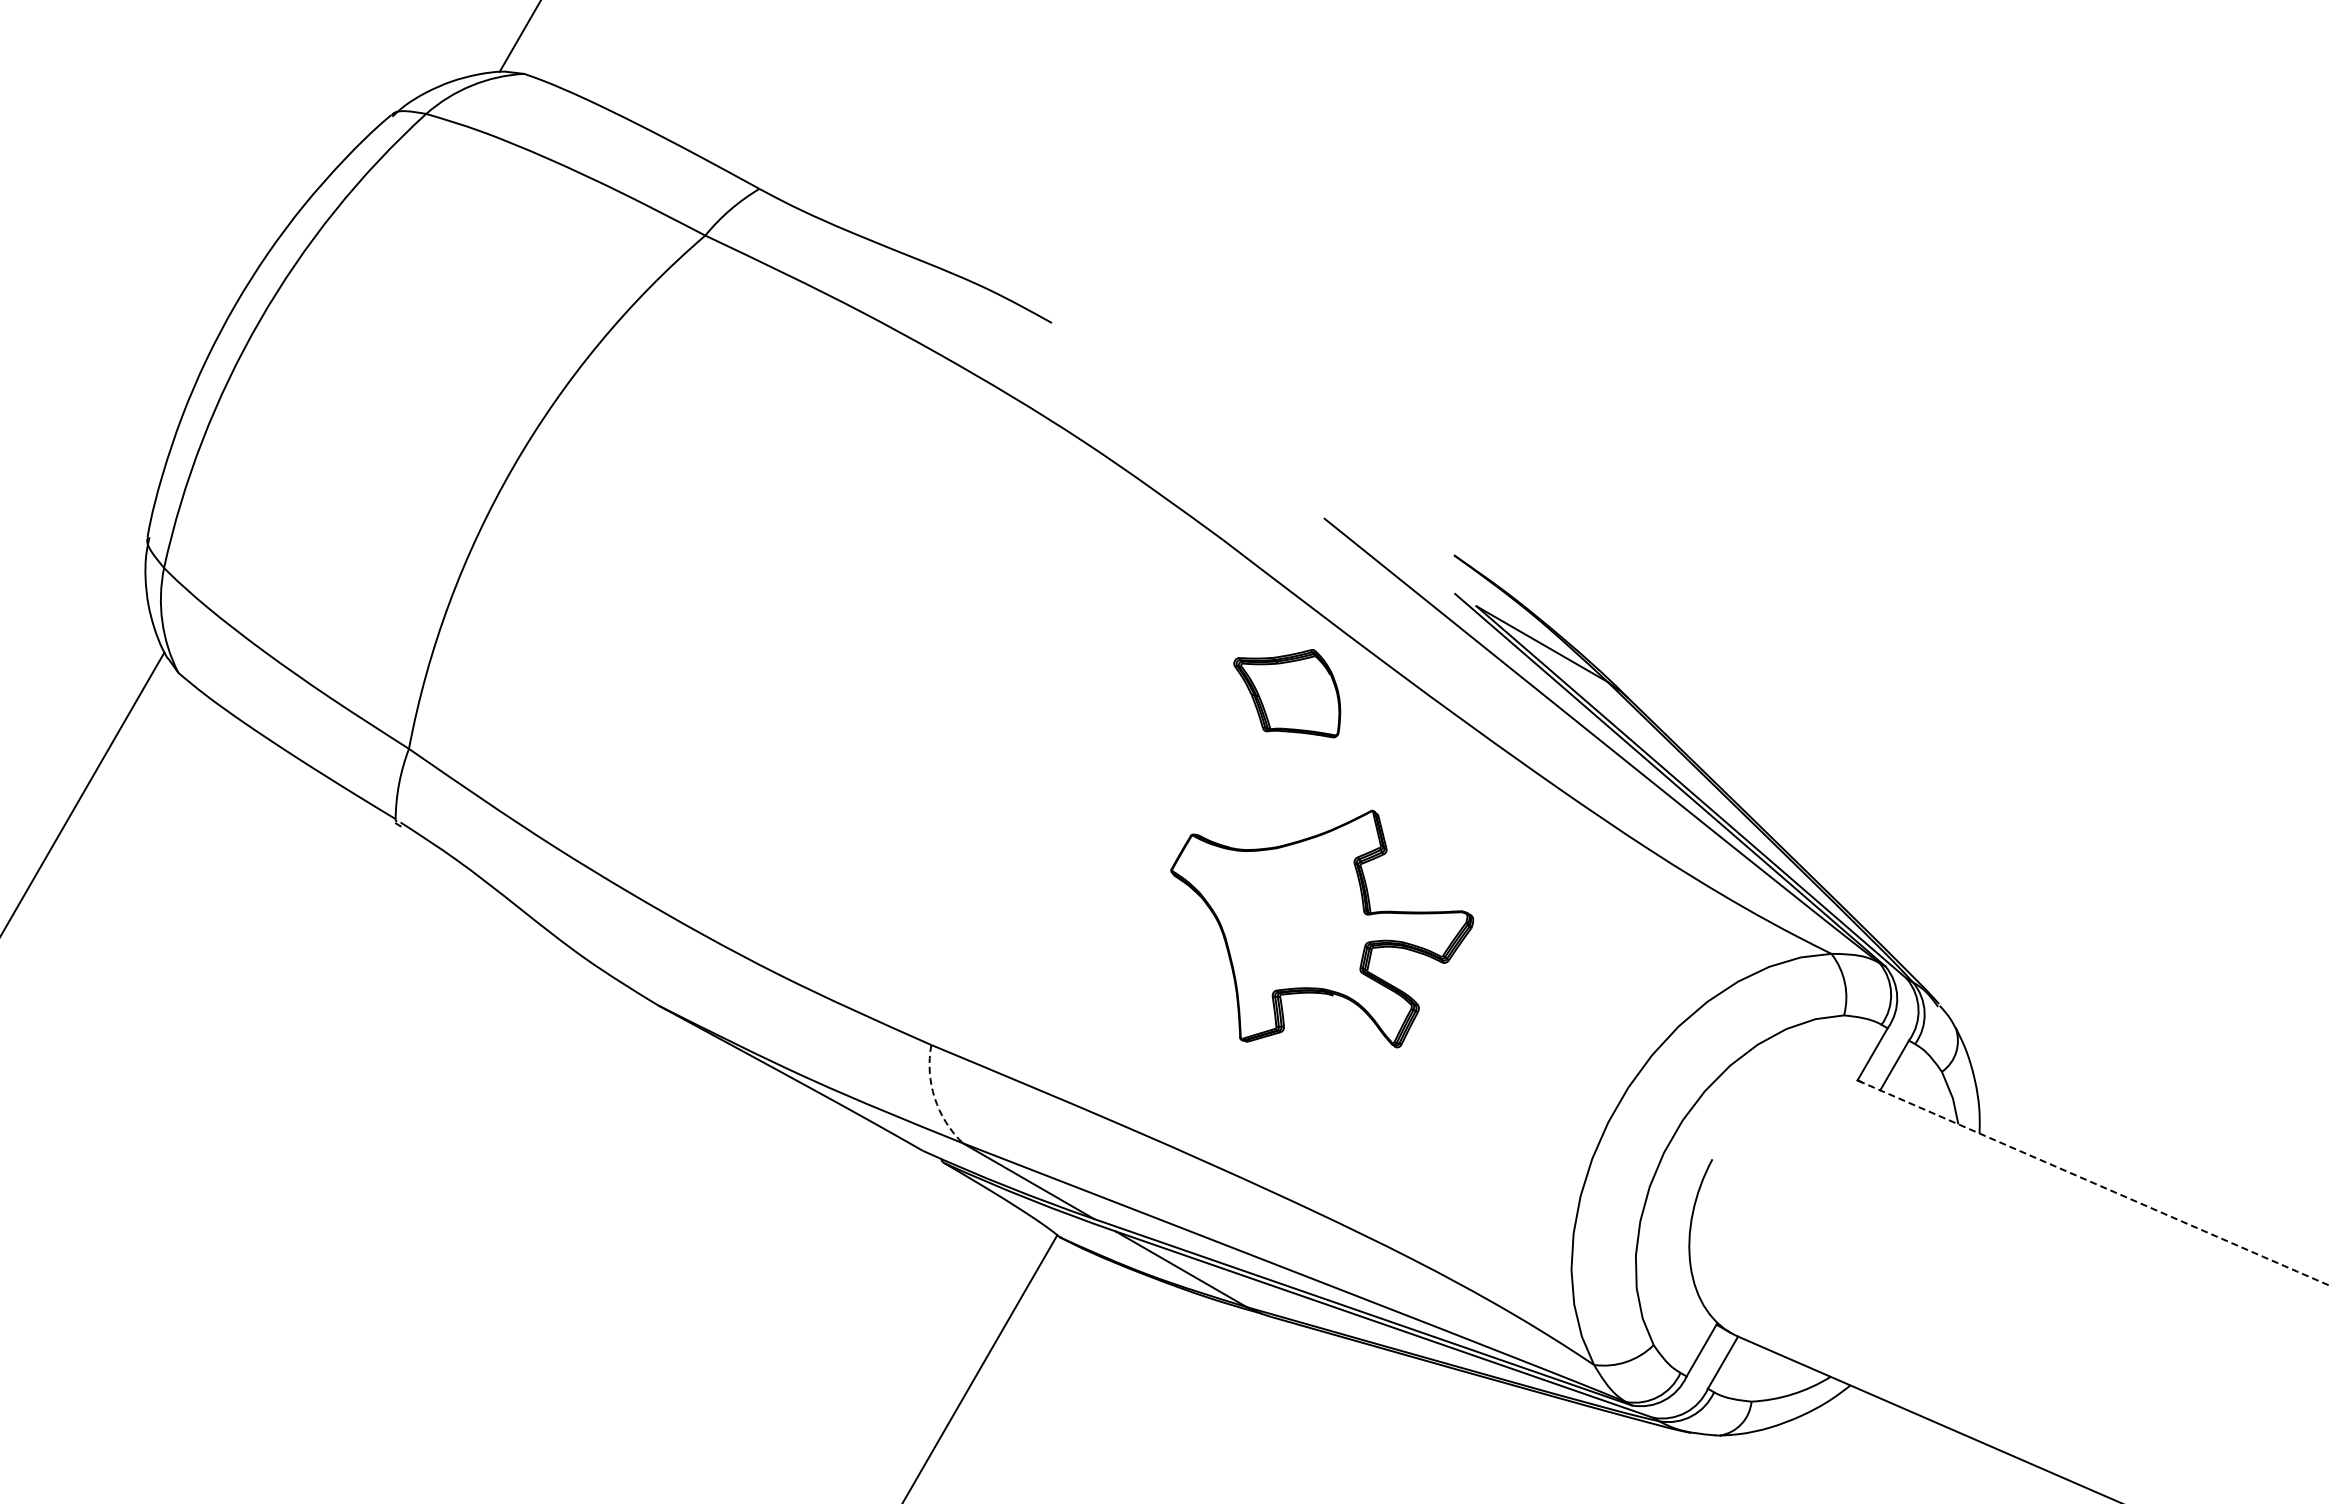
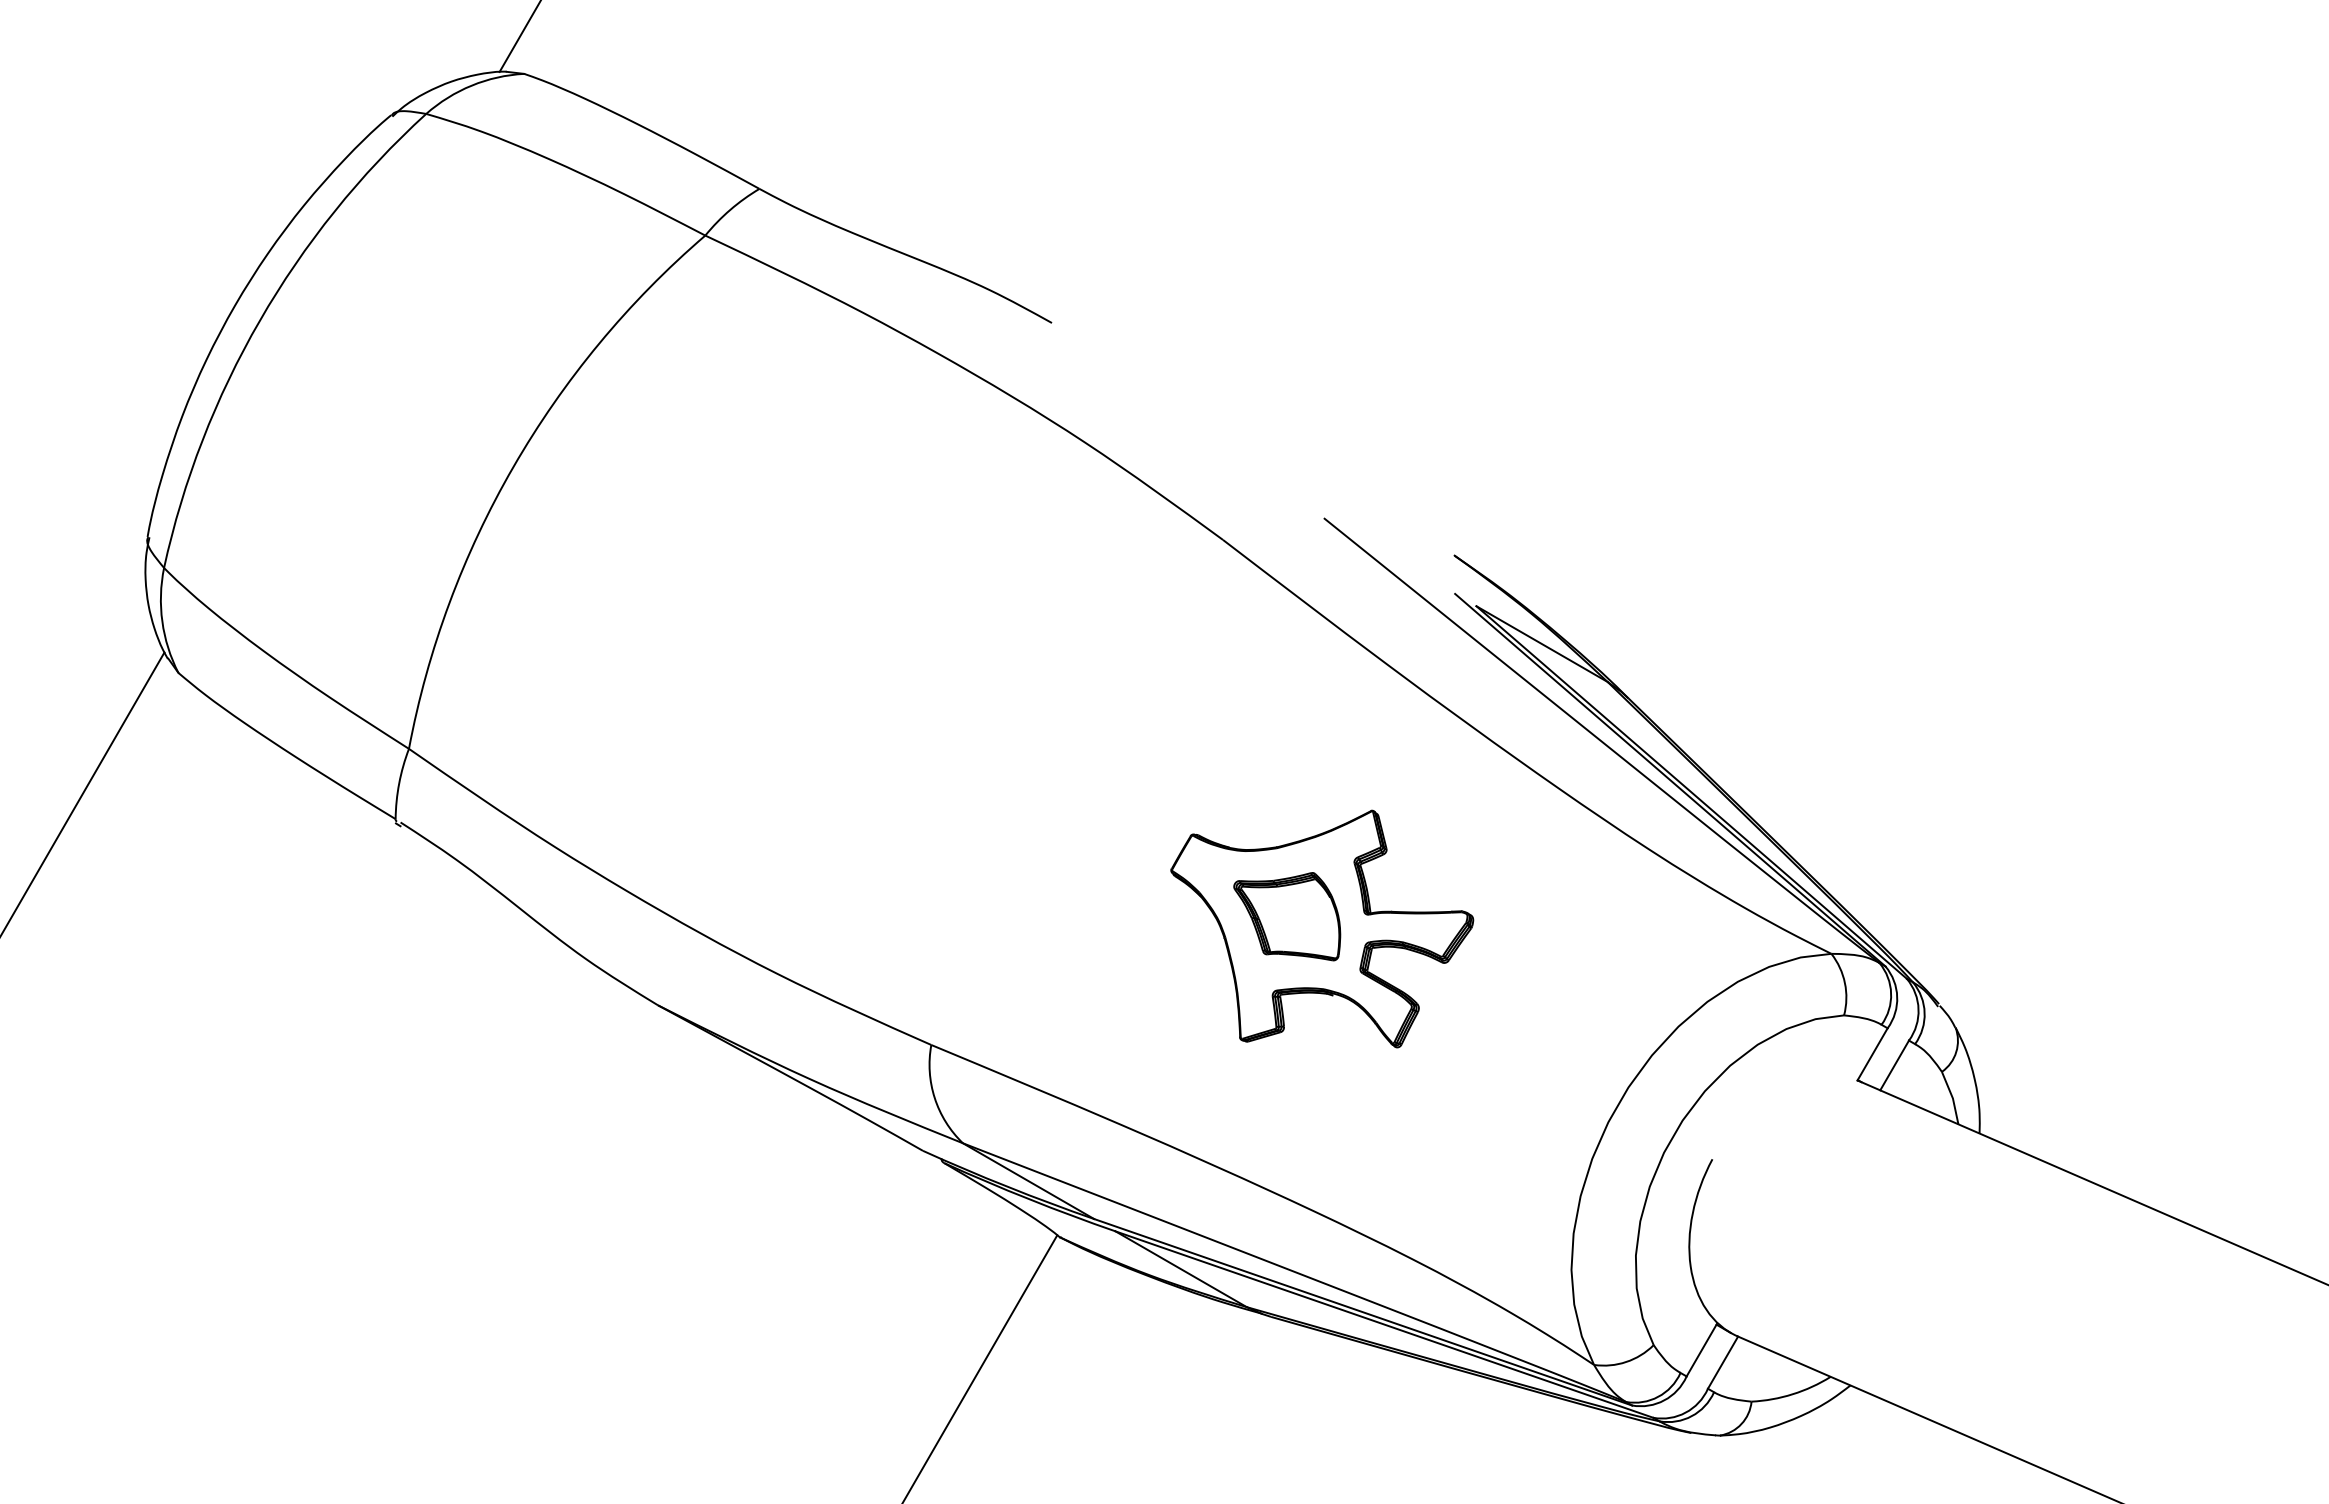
part at (1287, 693) position: (1287, 693) -> (1287, 916)
arc at (934, 1098): dashed -> solid
line at (2092, 1182): dashed -> solid
